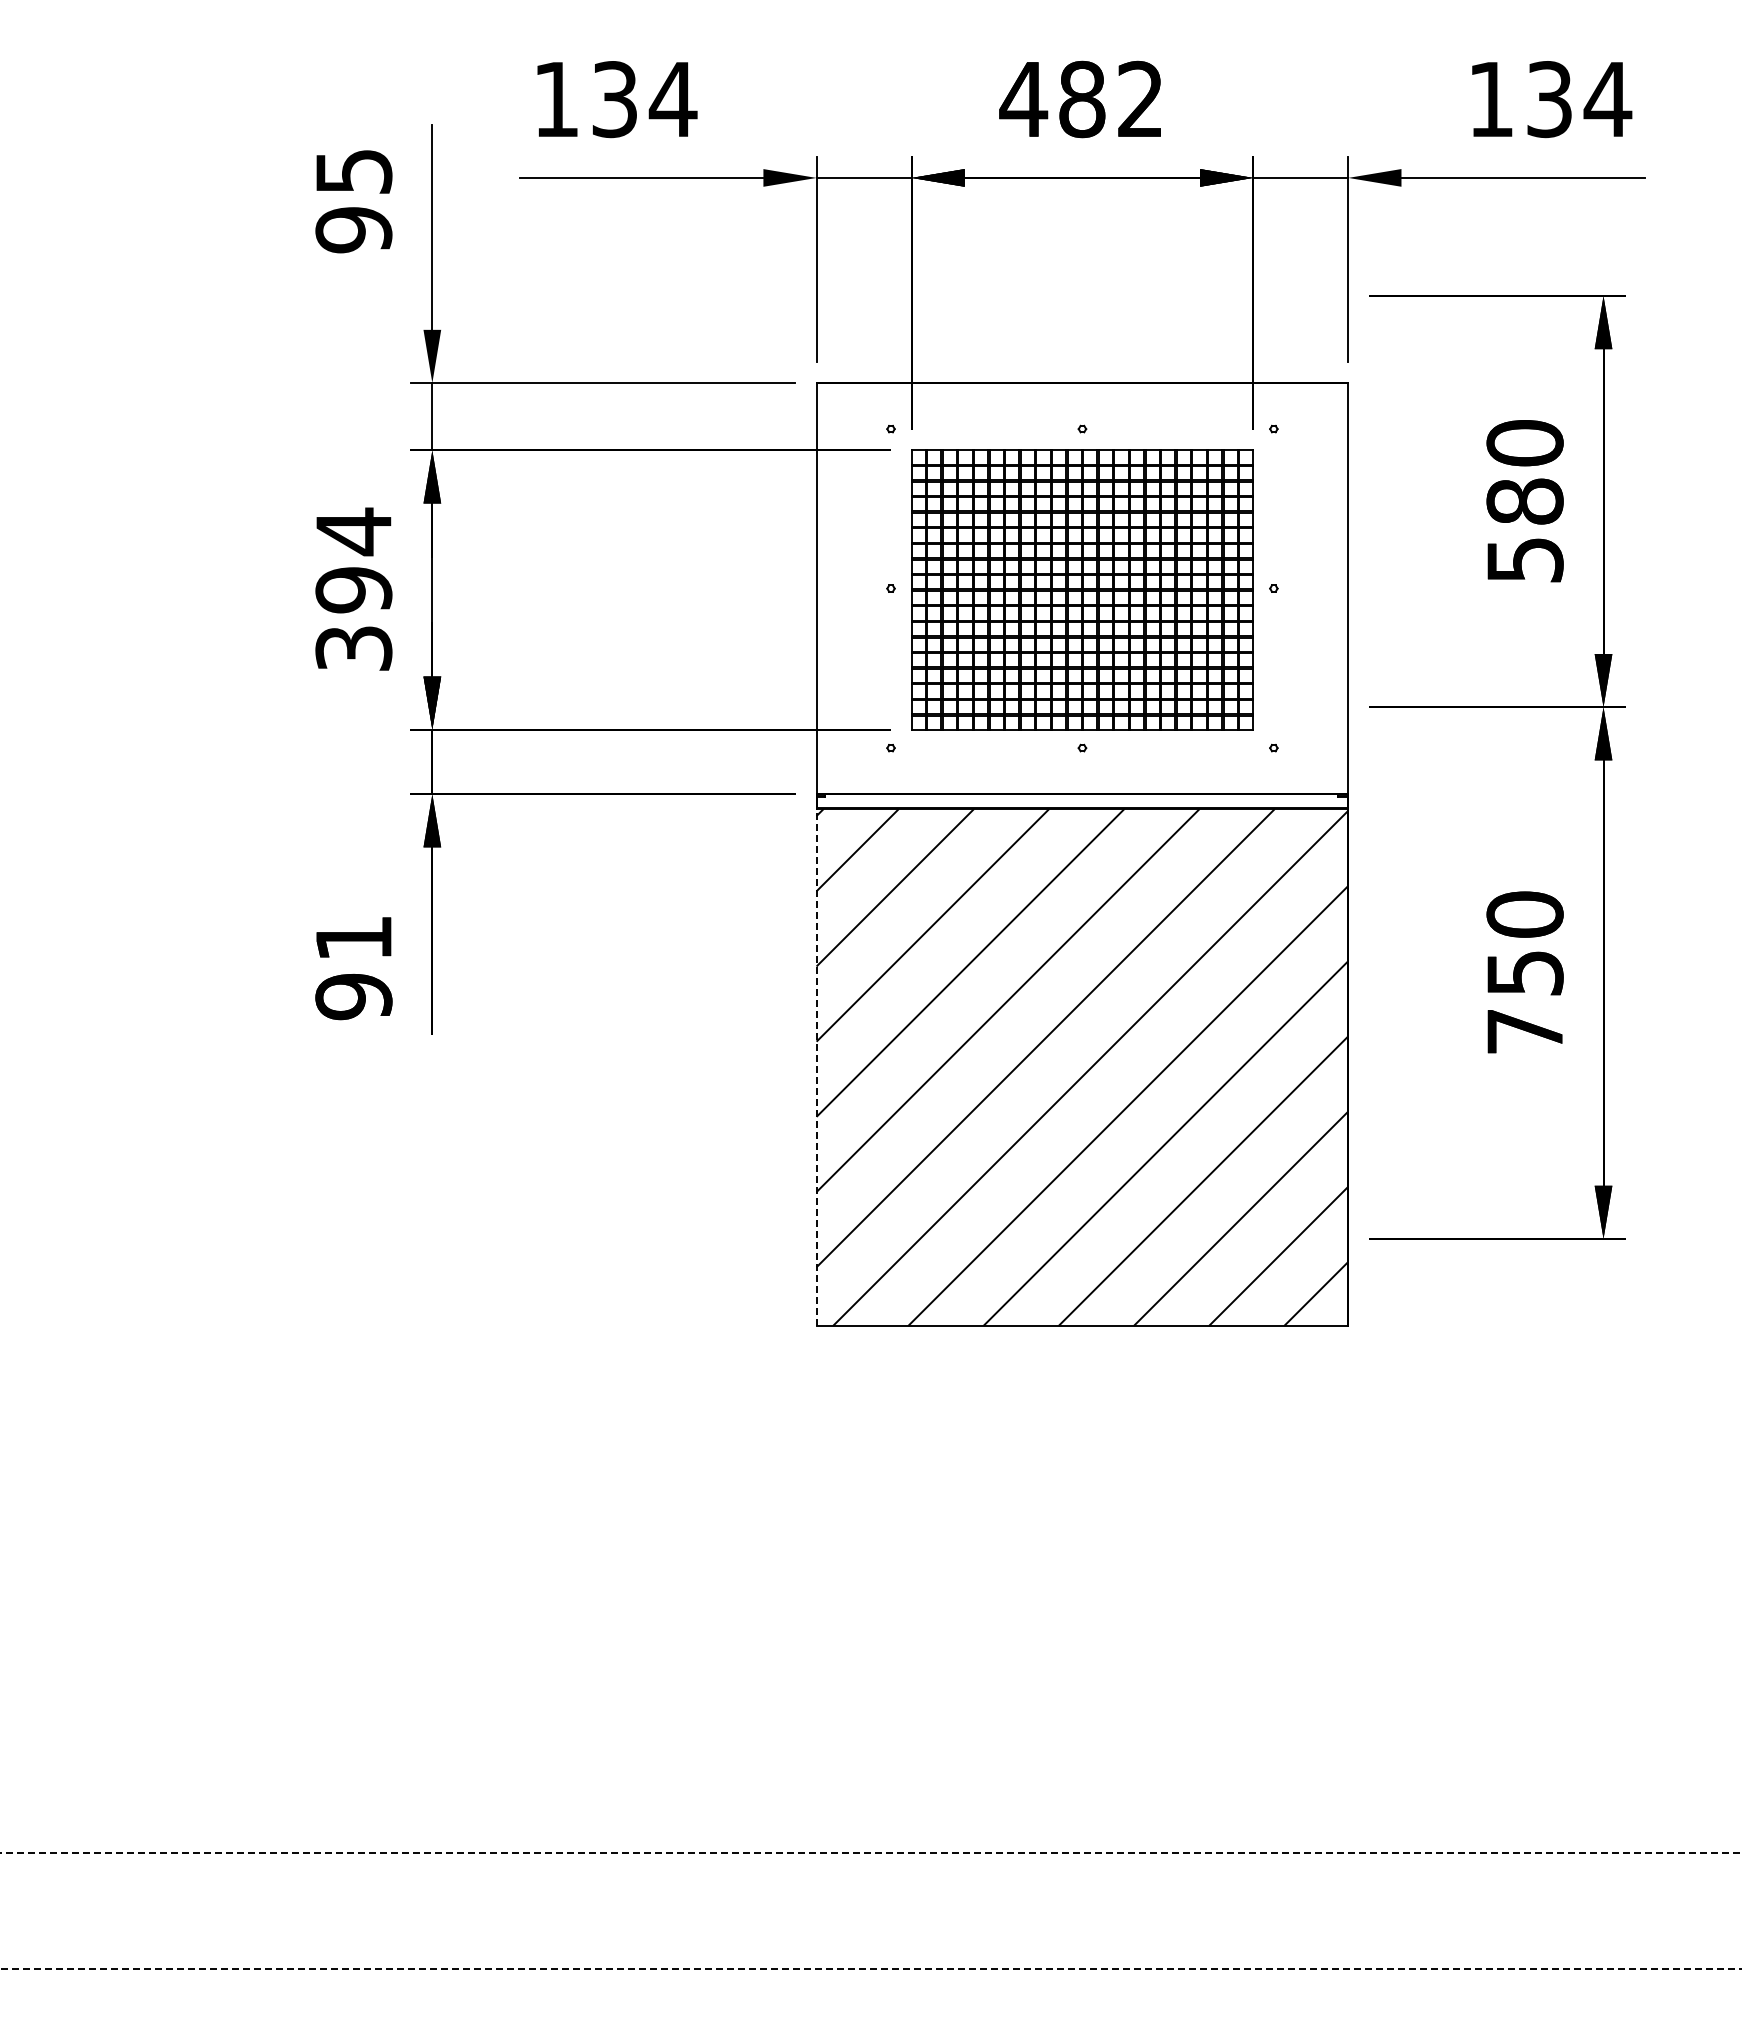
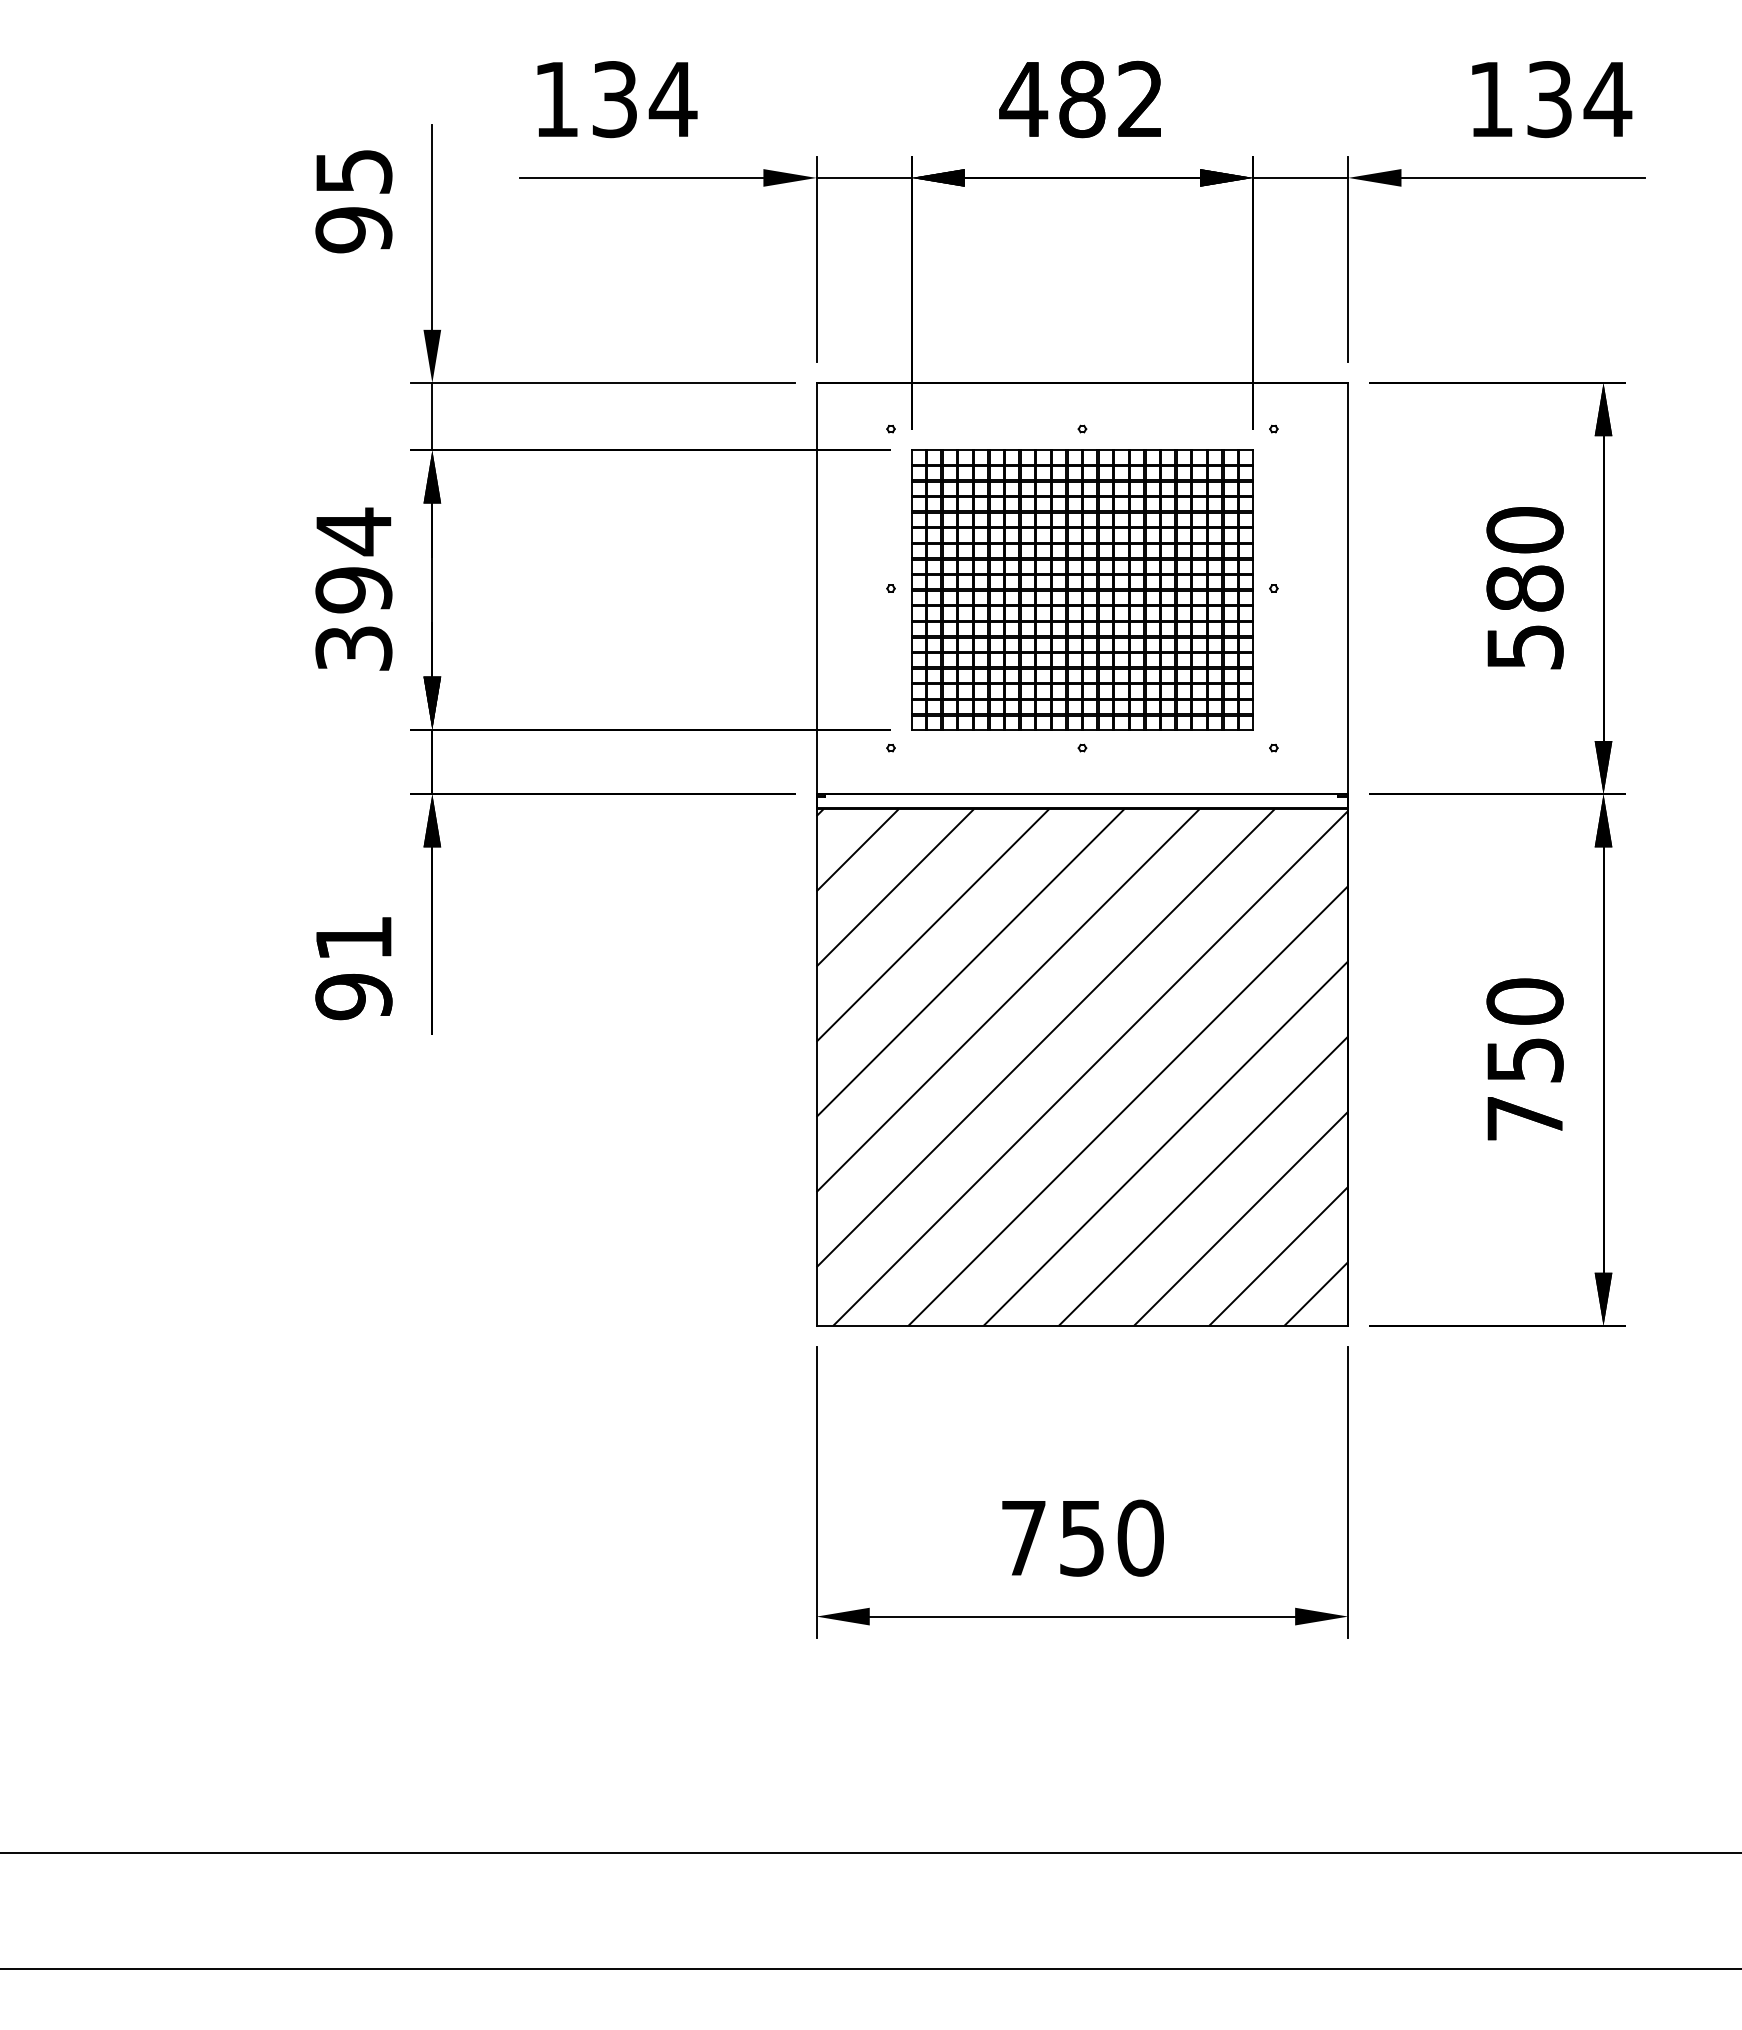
part at (1497, 707) position: (1497, 707) -> (1497, 794)
line at (816, 1060): dashed -> solid
part at (1082, 1501): none -> present
line at (870, 1853): dashed -> solid
line at (870, 1969): dashed -> solid
